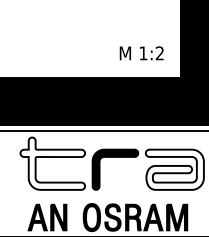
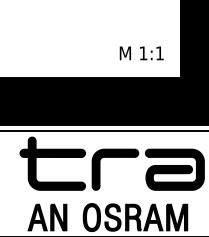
text at (159, 53): 1:2 -> 1:1
fill at (52, 163): none -> present
fill at (174, 169): none -> present
